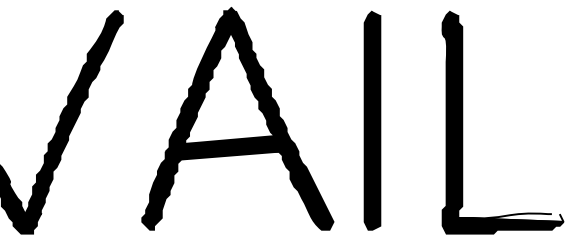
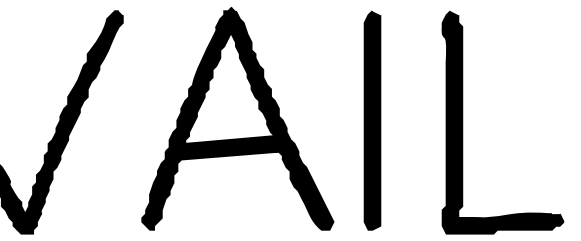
fill at (510, 217): none -> present
